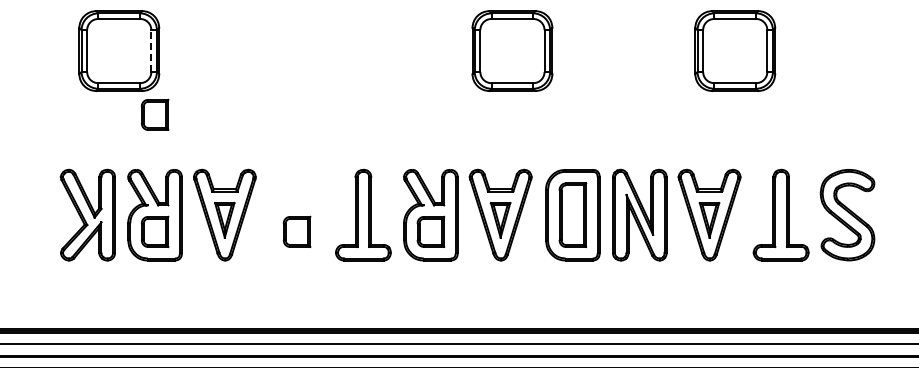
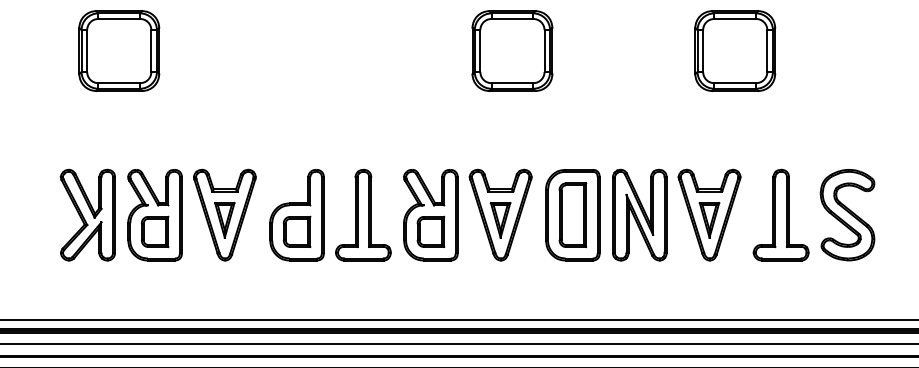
line at (151, 51): dashed -> solid
part at (155, 114): present -> none
part at (296, 215): none -> present
line at (458, 320): none -> present
